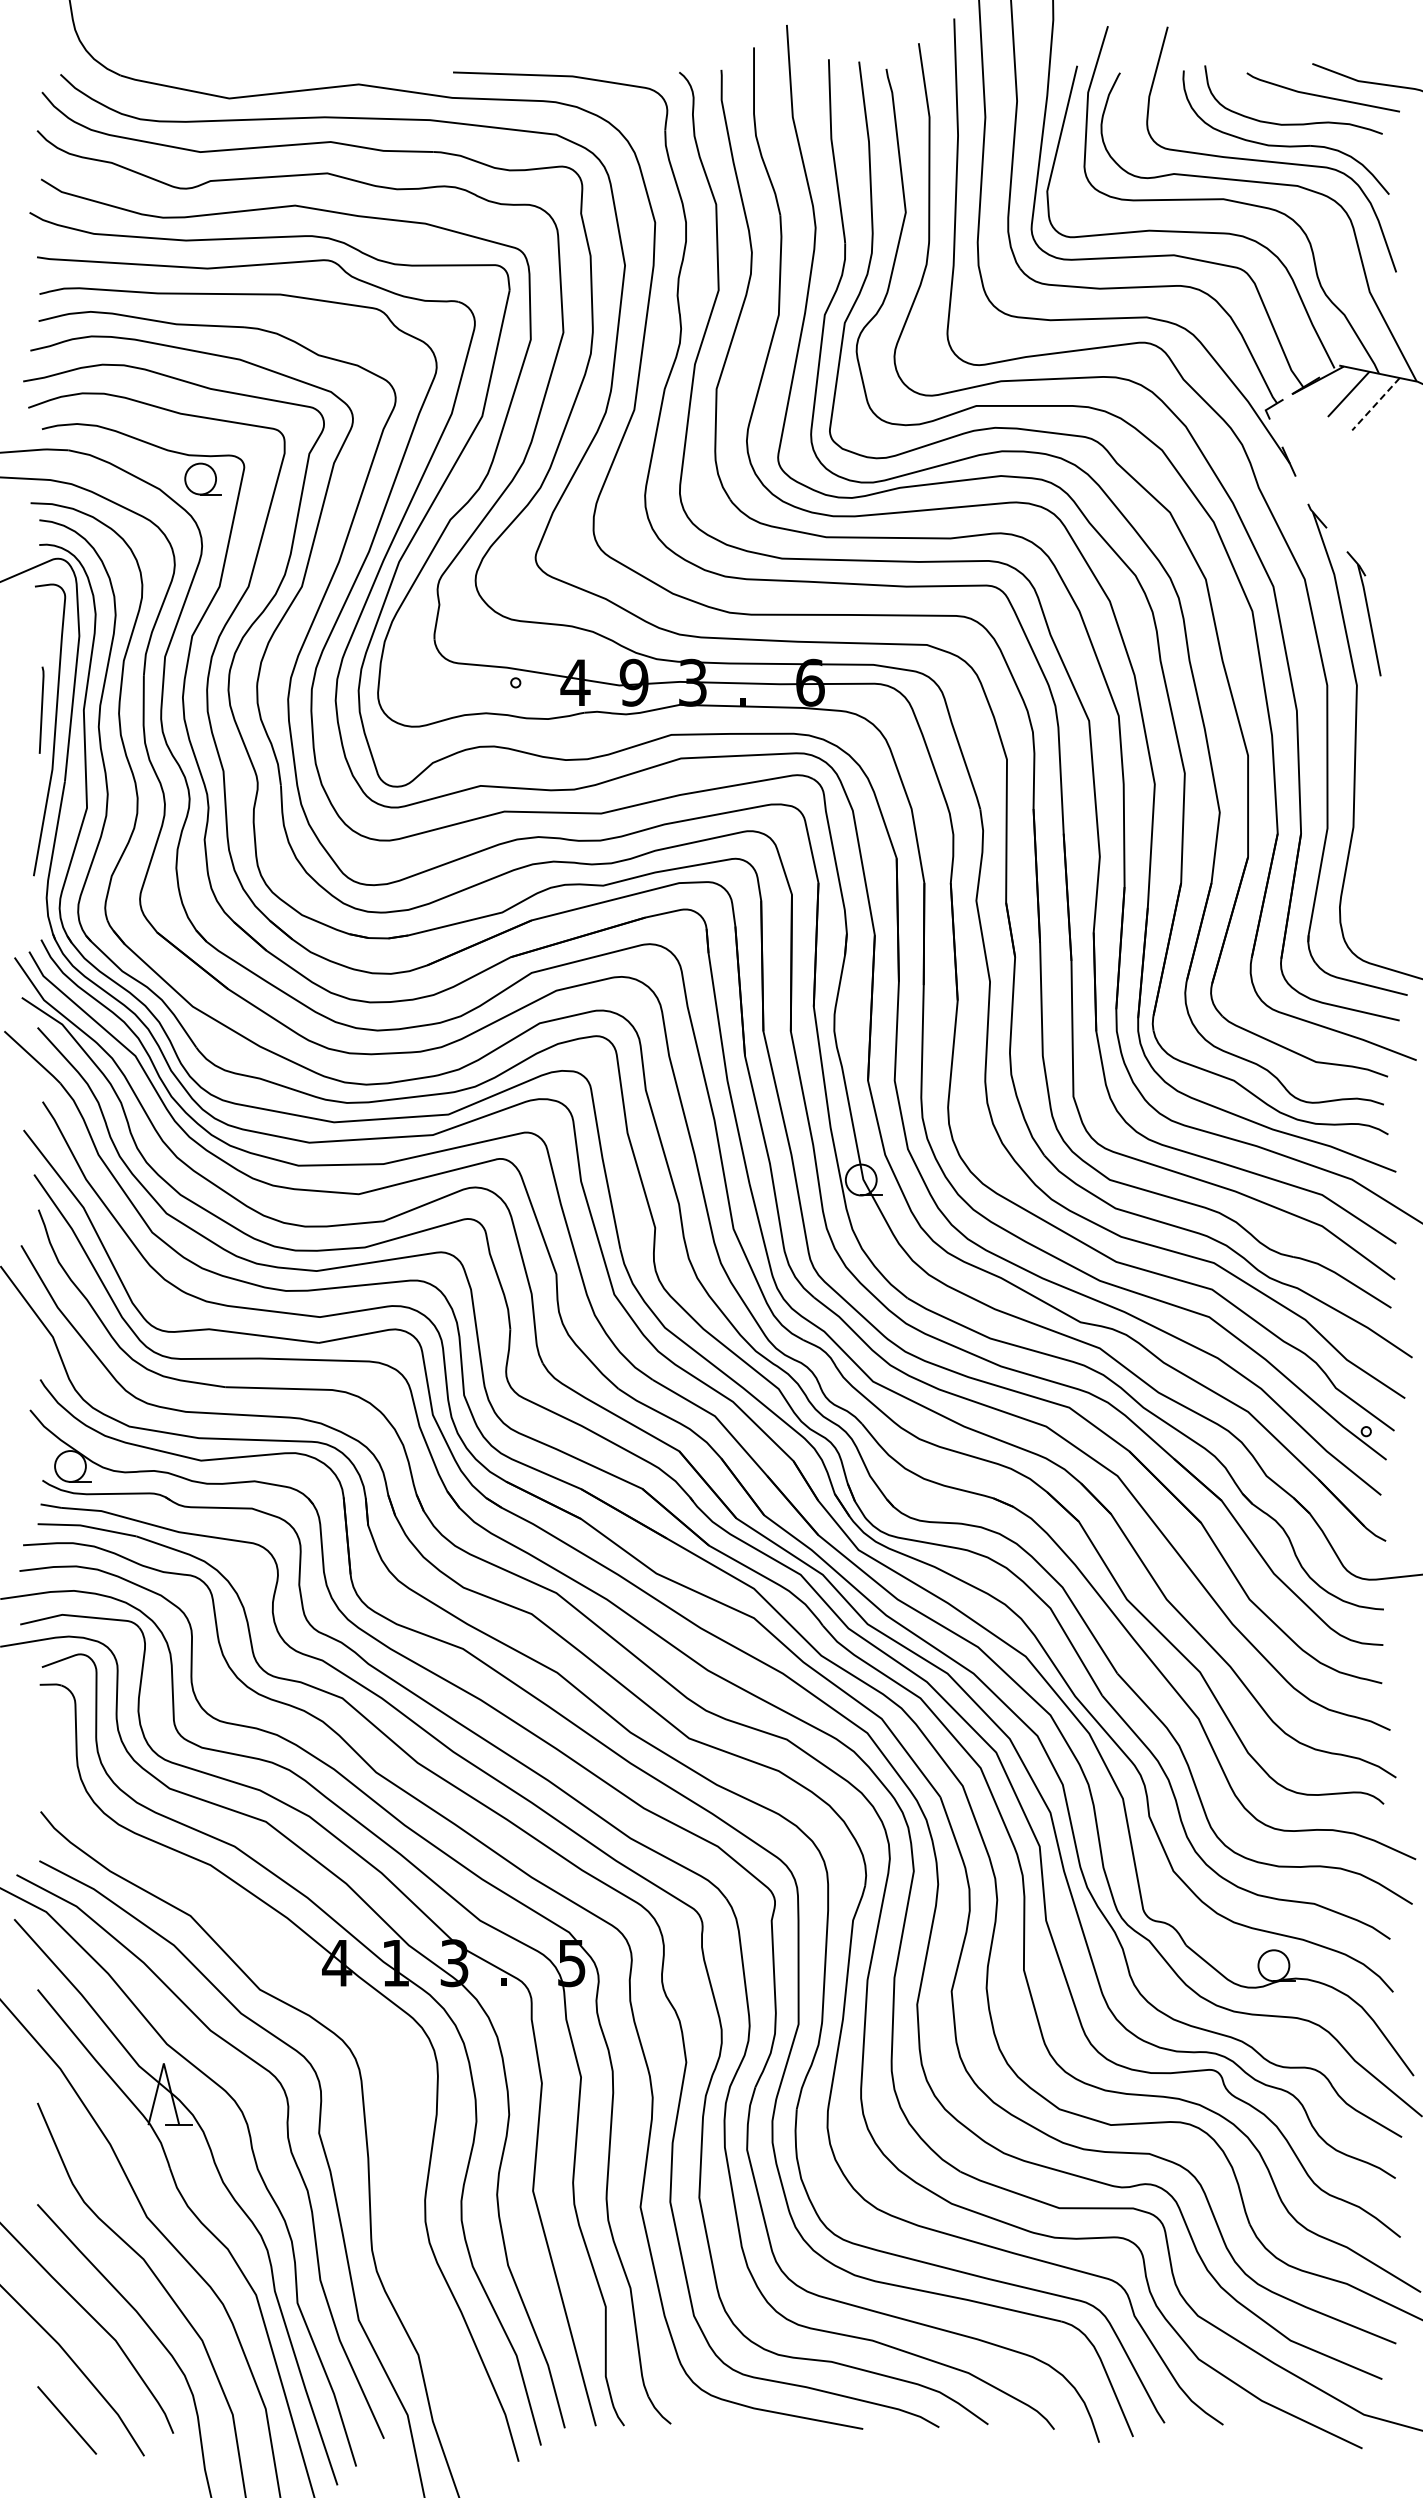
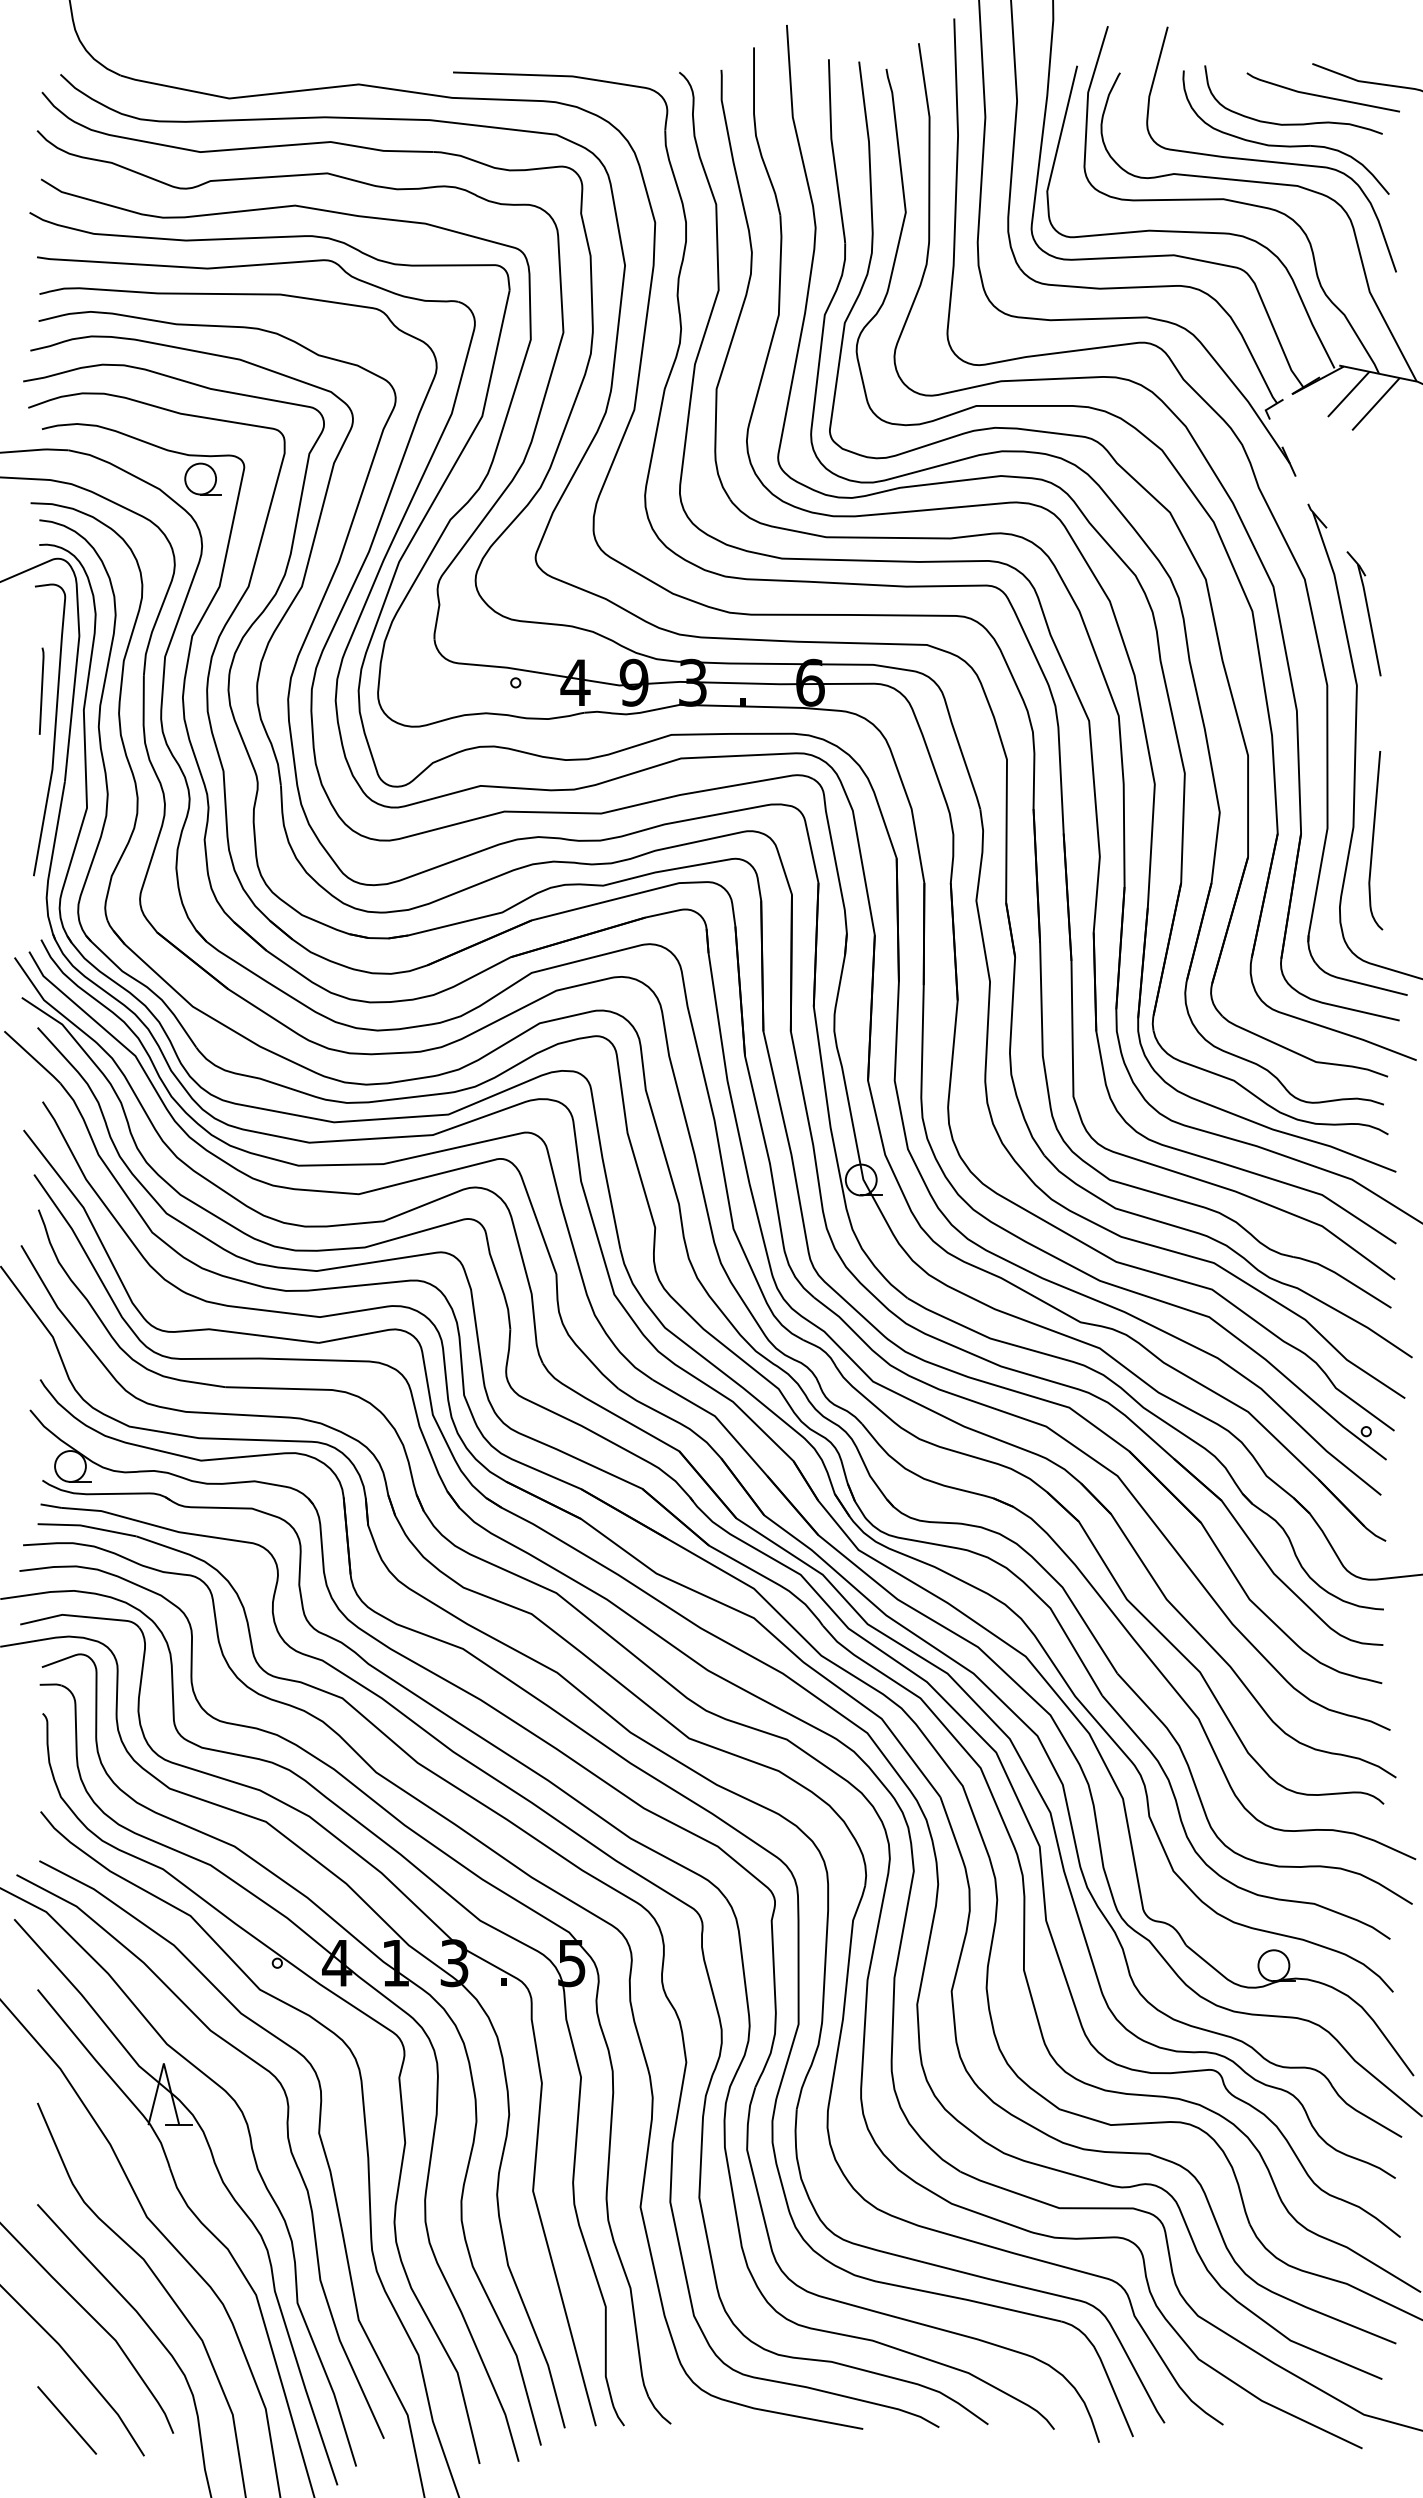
line at (1375, 404): dashed -> solid
line at (41, 709) position: (41, 709) -> (41, 690)
curve at (1373, 840): none -> present
part at (325, 1989): none -> present
